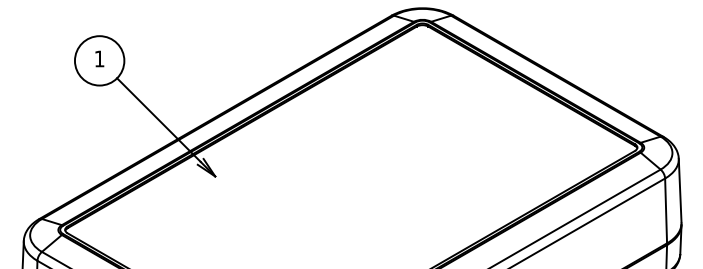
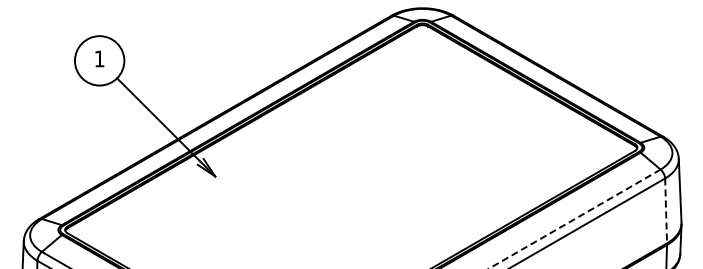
line at (666, 211): solid -> dashed
line at (574, 219): solid -> dashed
